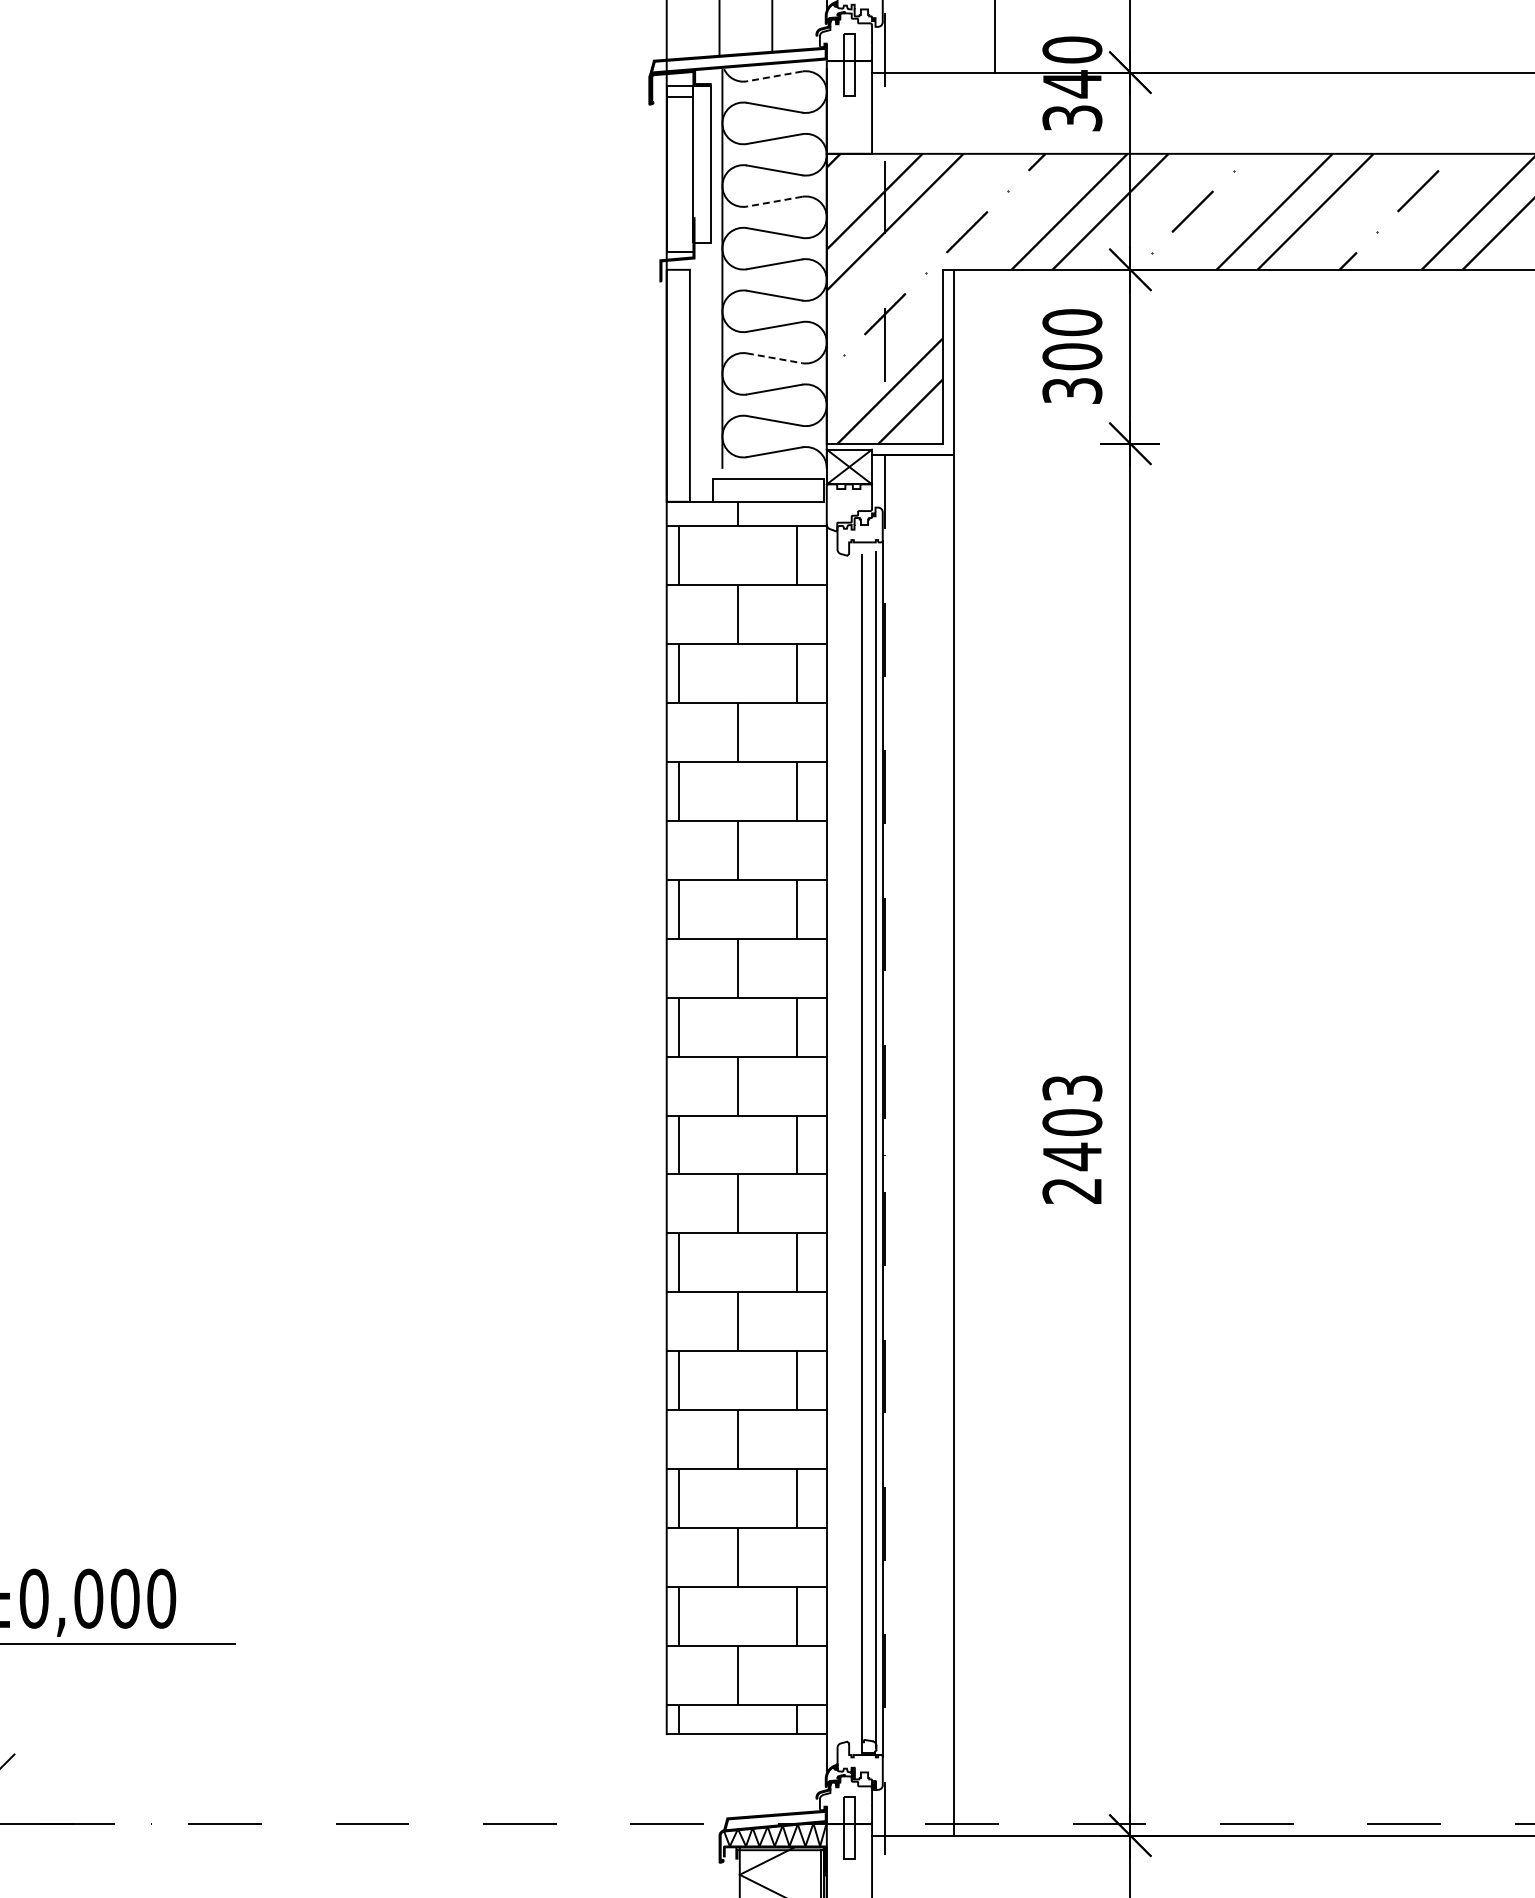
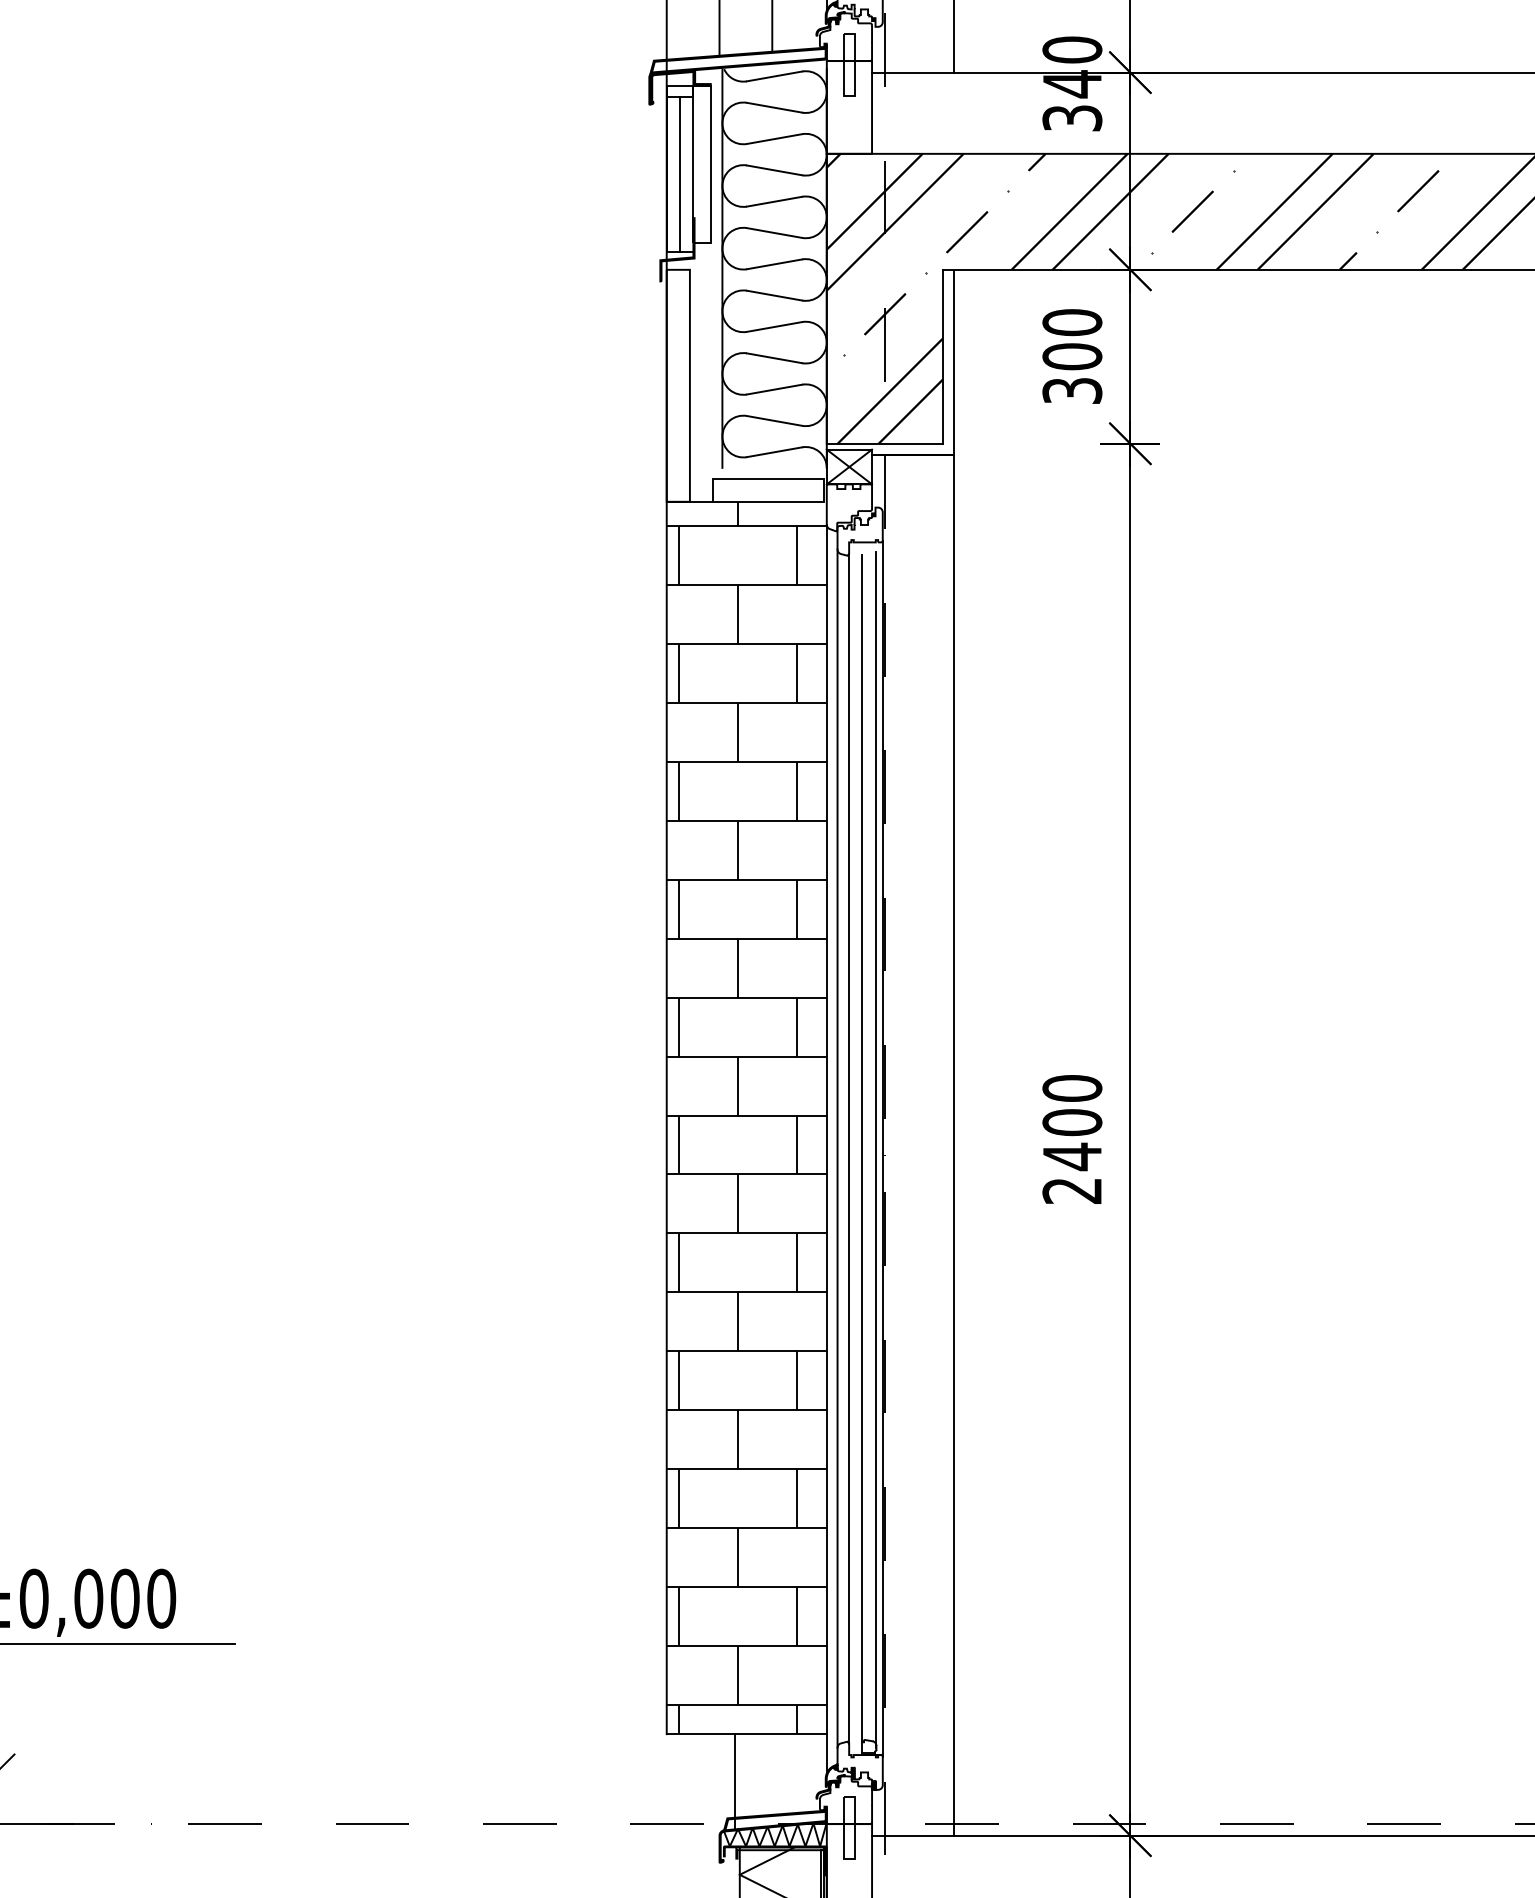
line at (995, 37) position: (995, 37) -> (954, 37)
line at (774, 76): dashed -> solid
line at (680, 174): none -> present
line at (774, 201): dashed -> solid
line at (775, 358): dashed -> solid
text at (1072, 1088): 2403 -> 2400
line at (837, 1148): none -> present
line at (849, 1148): none -> present
line at (735, 1781): none -> present
